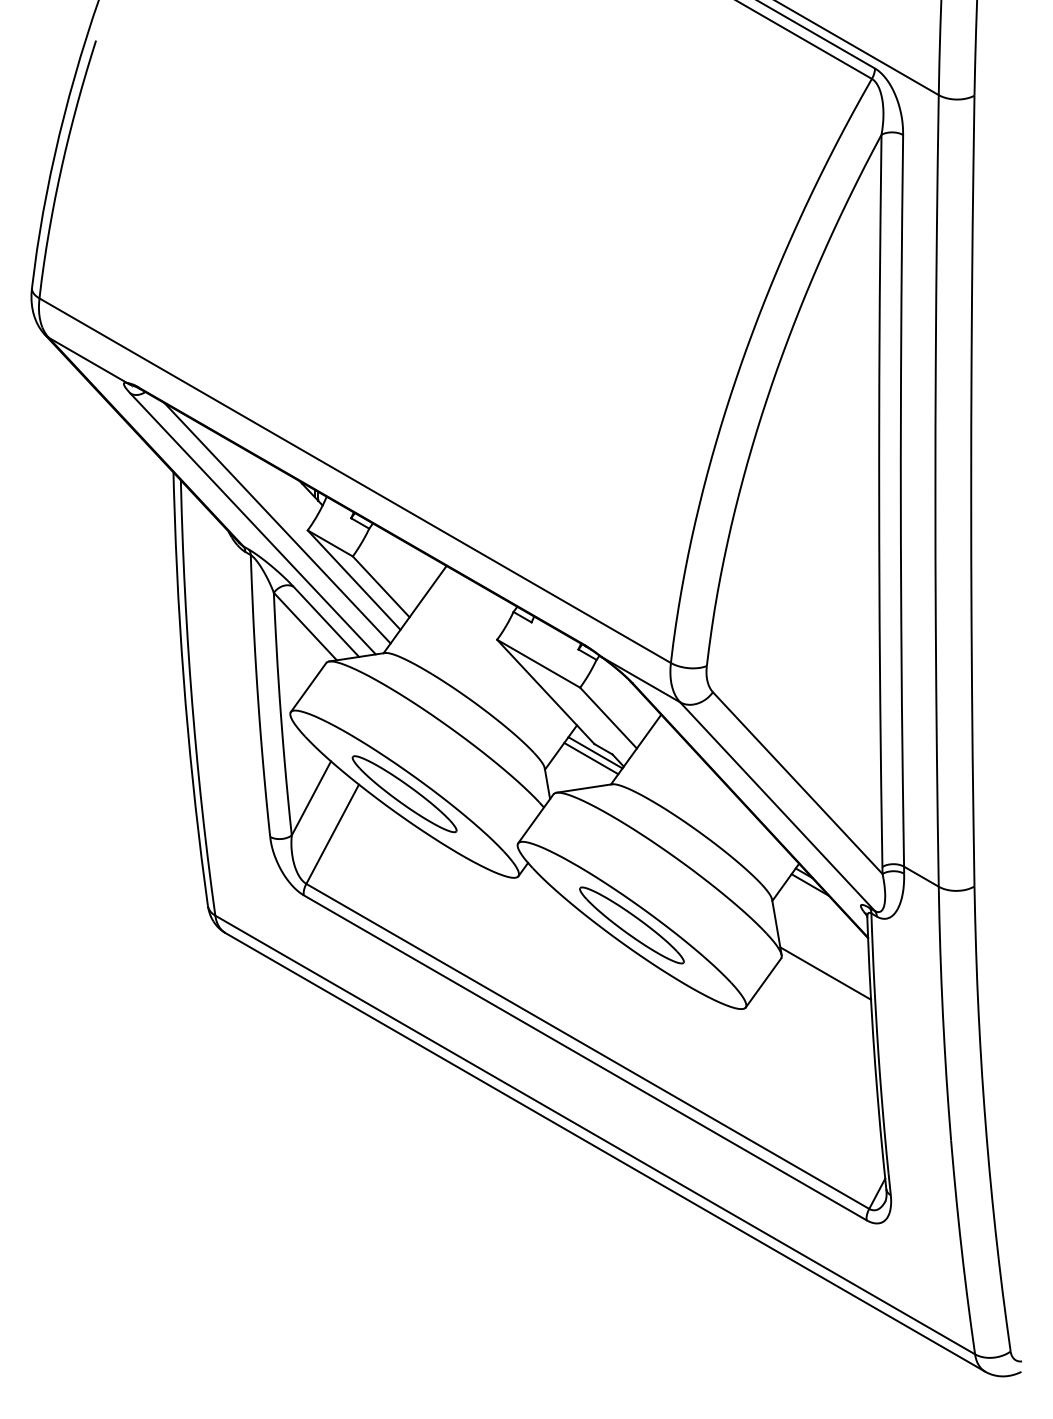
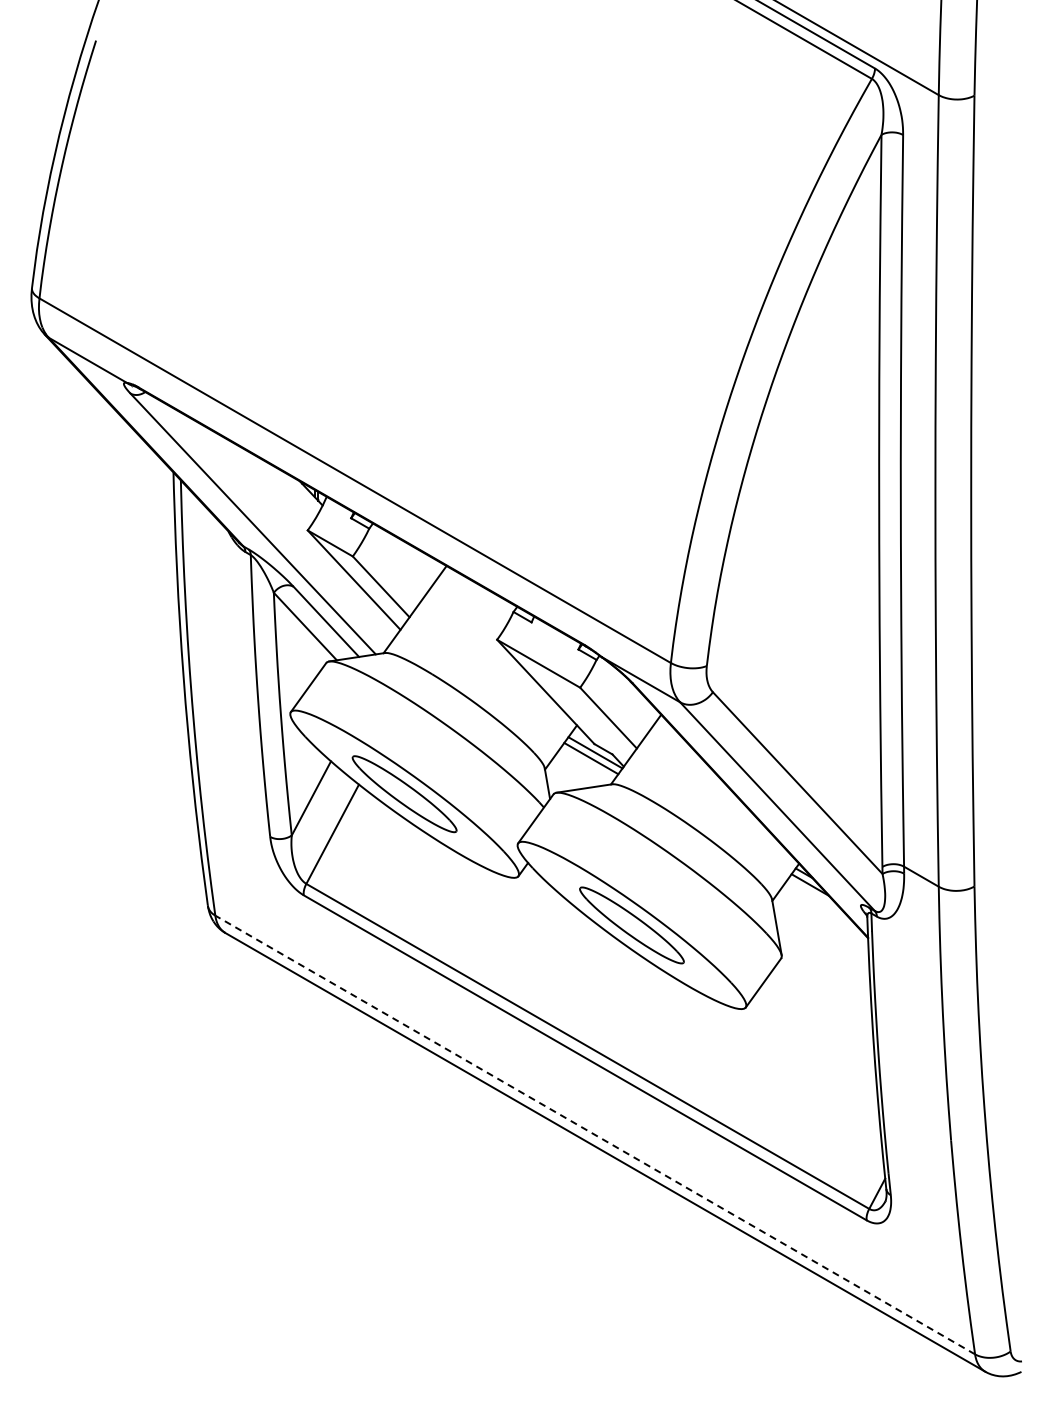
line at (277, 523): present -> none
line at (825, 973): present -> none
line at (595, 1135): solid -> dashed
